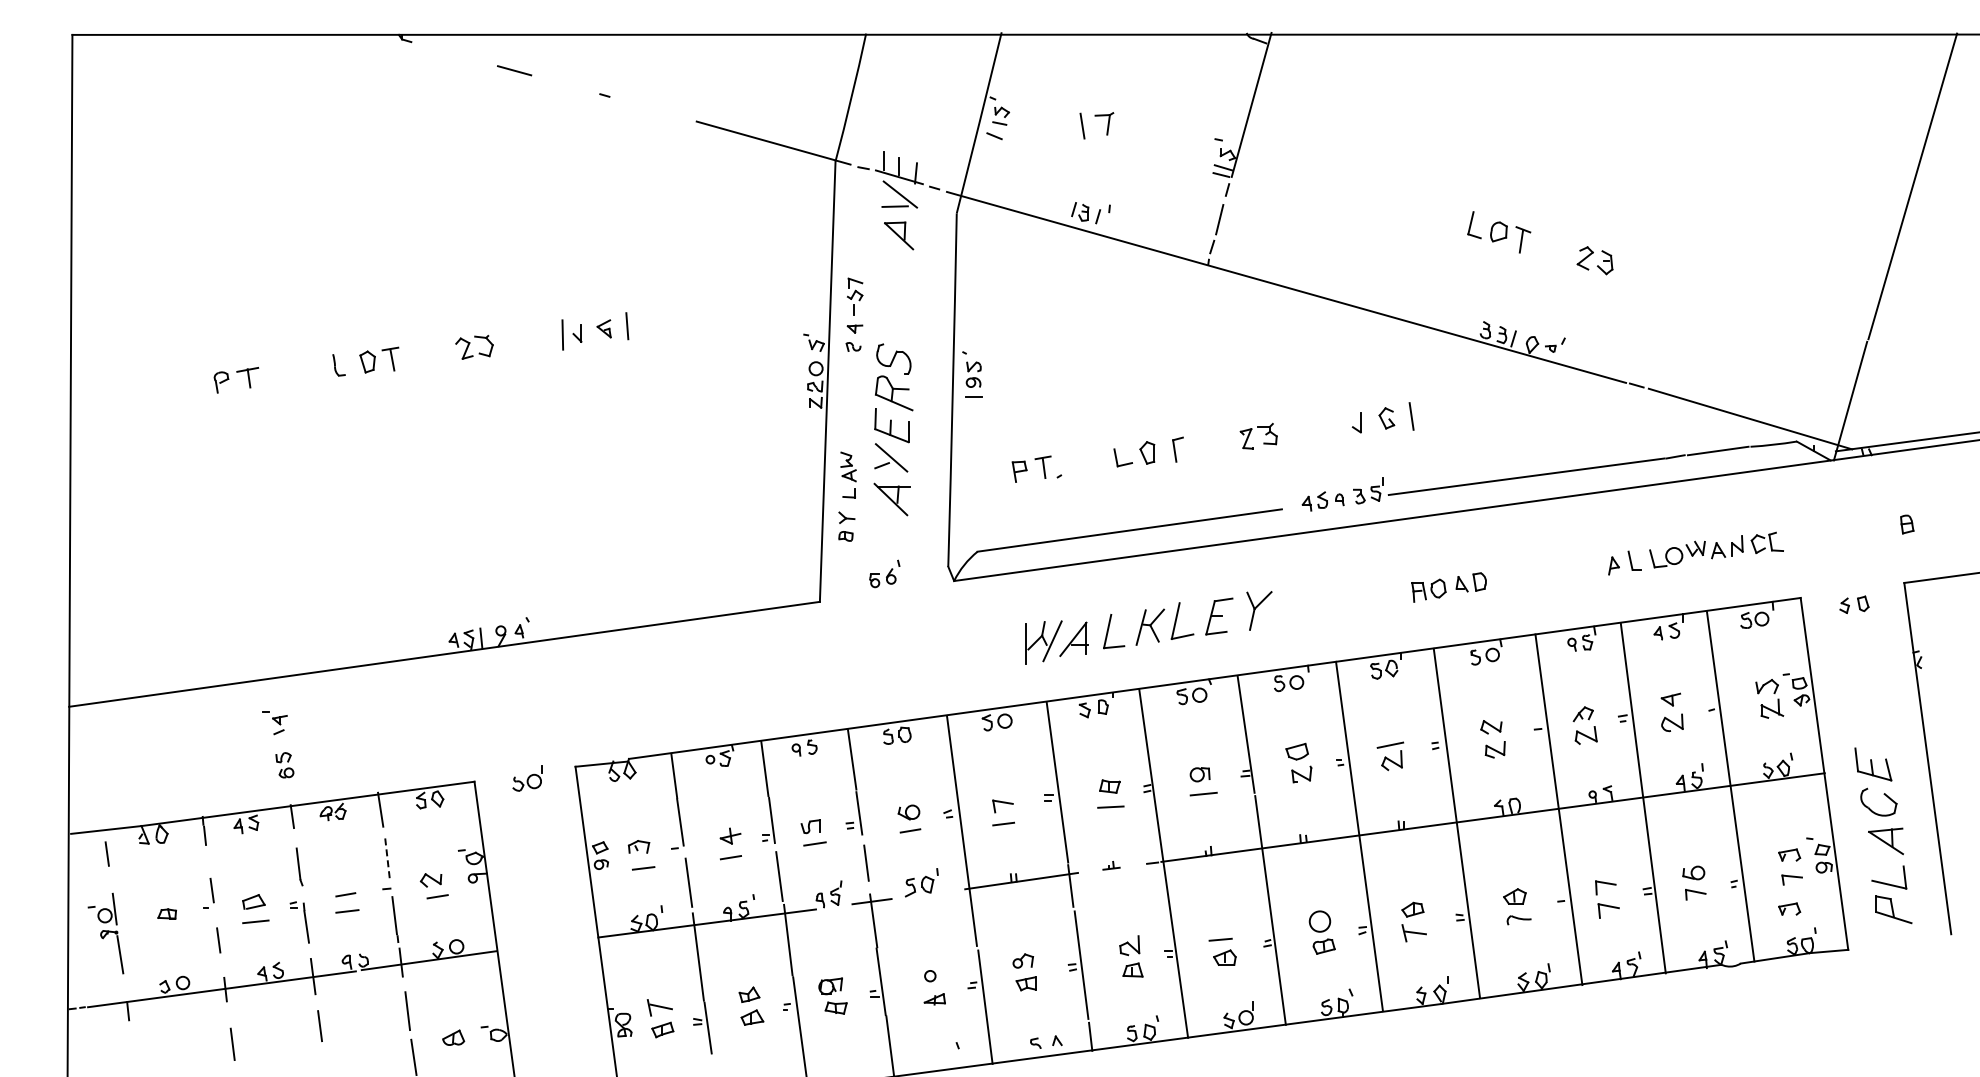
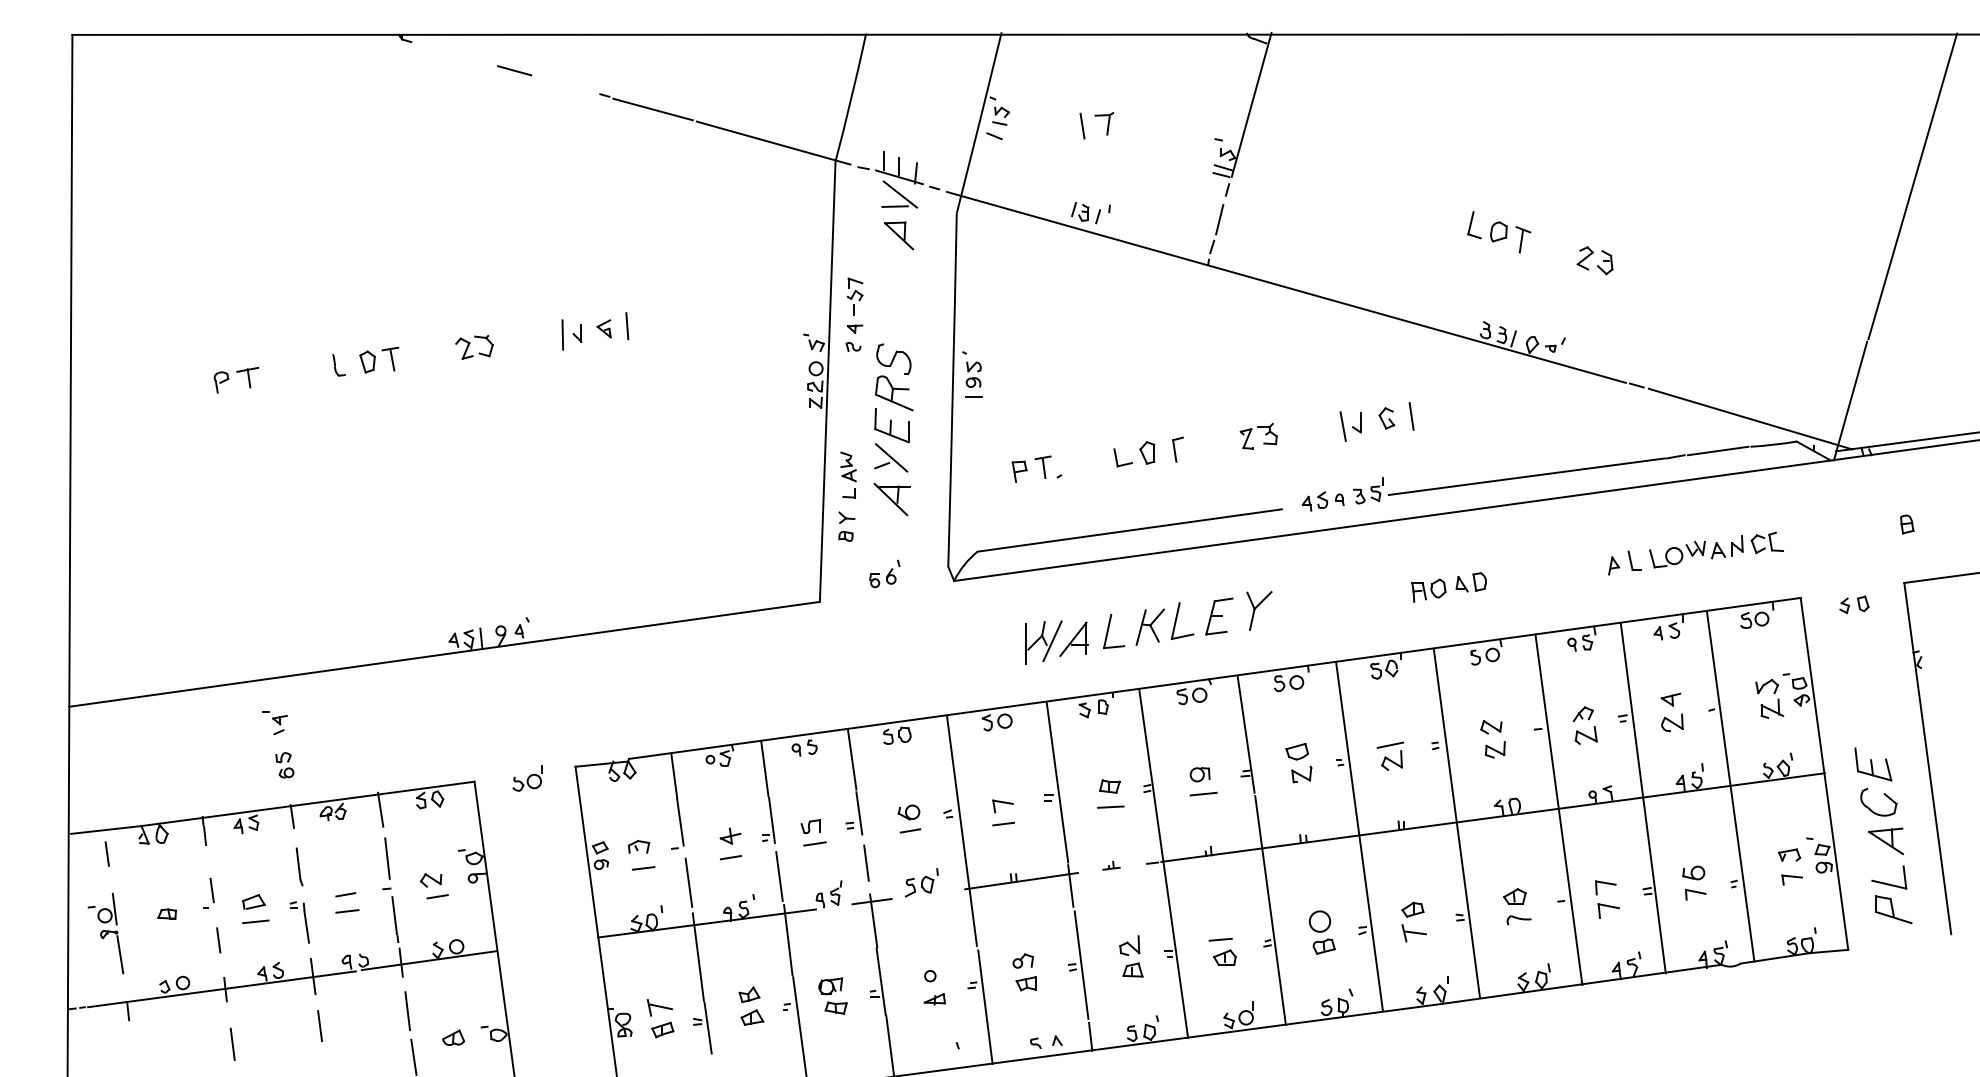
line at (652, 109): none -> present
line at (1342, 426): none -> present
line at (387, 859): dashed -> solid
part at (1789, 908): present -> none
